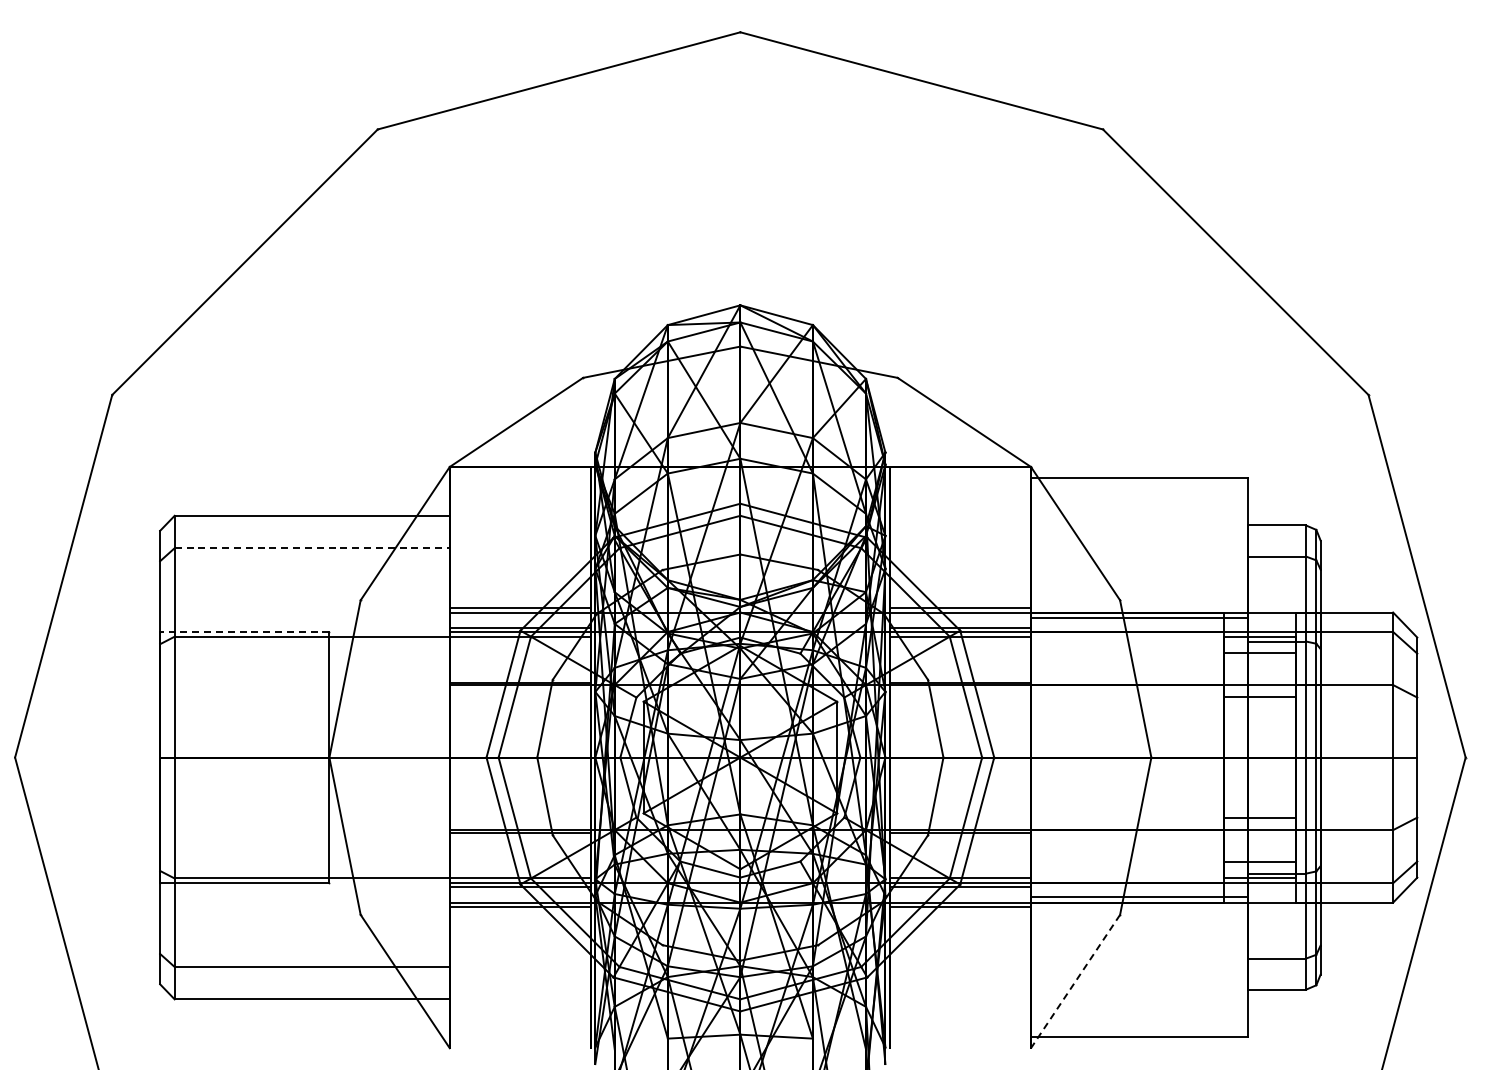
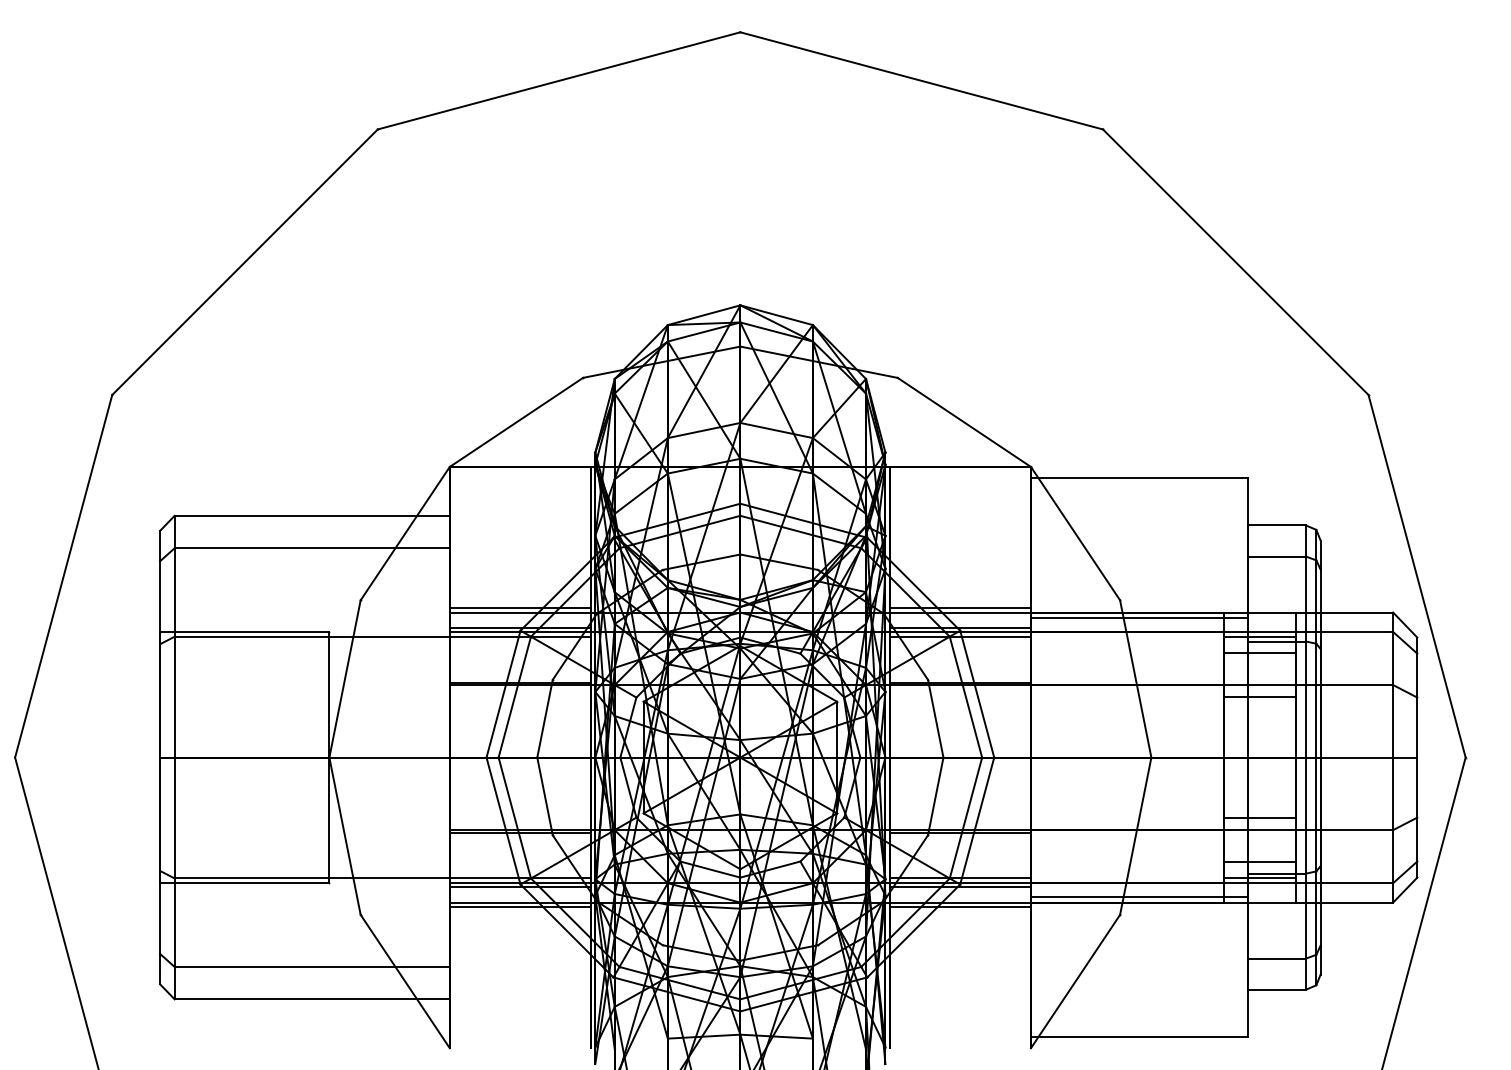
line at (312, 548): dashed -> solid
line at (244, 631): dashed -> solid
line at (1075, 981): dashed -> solid
